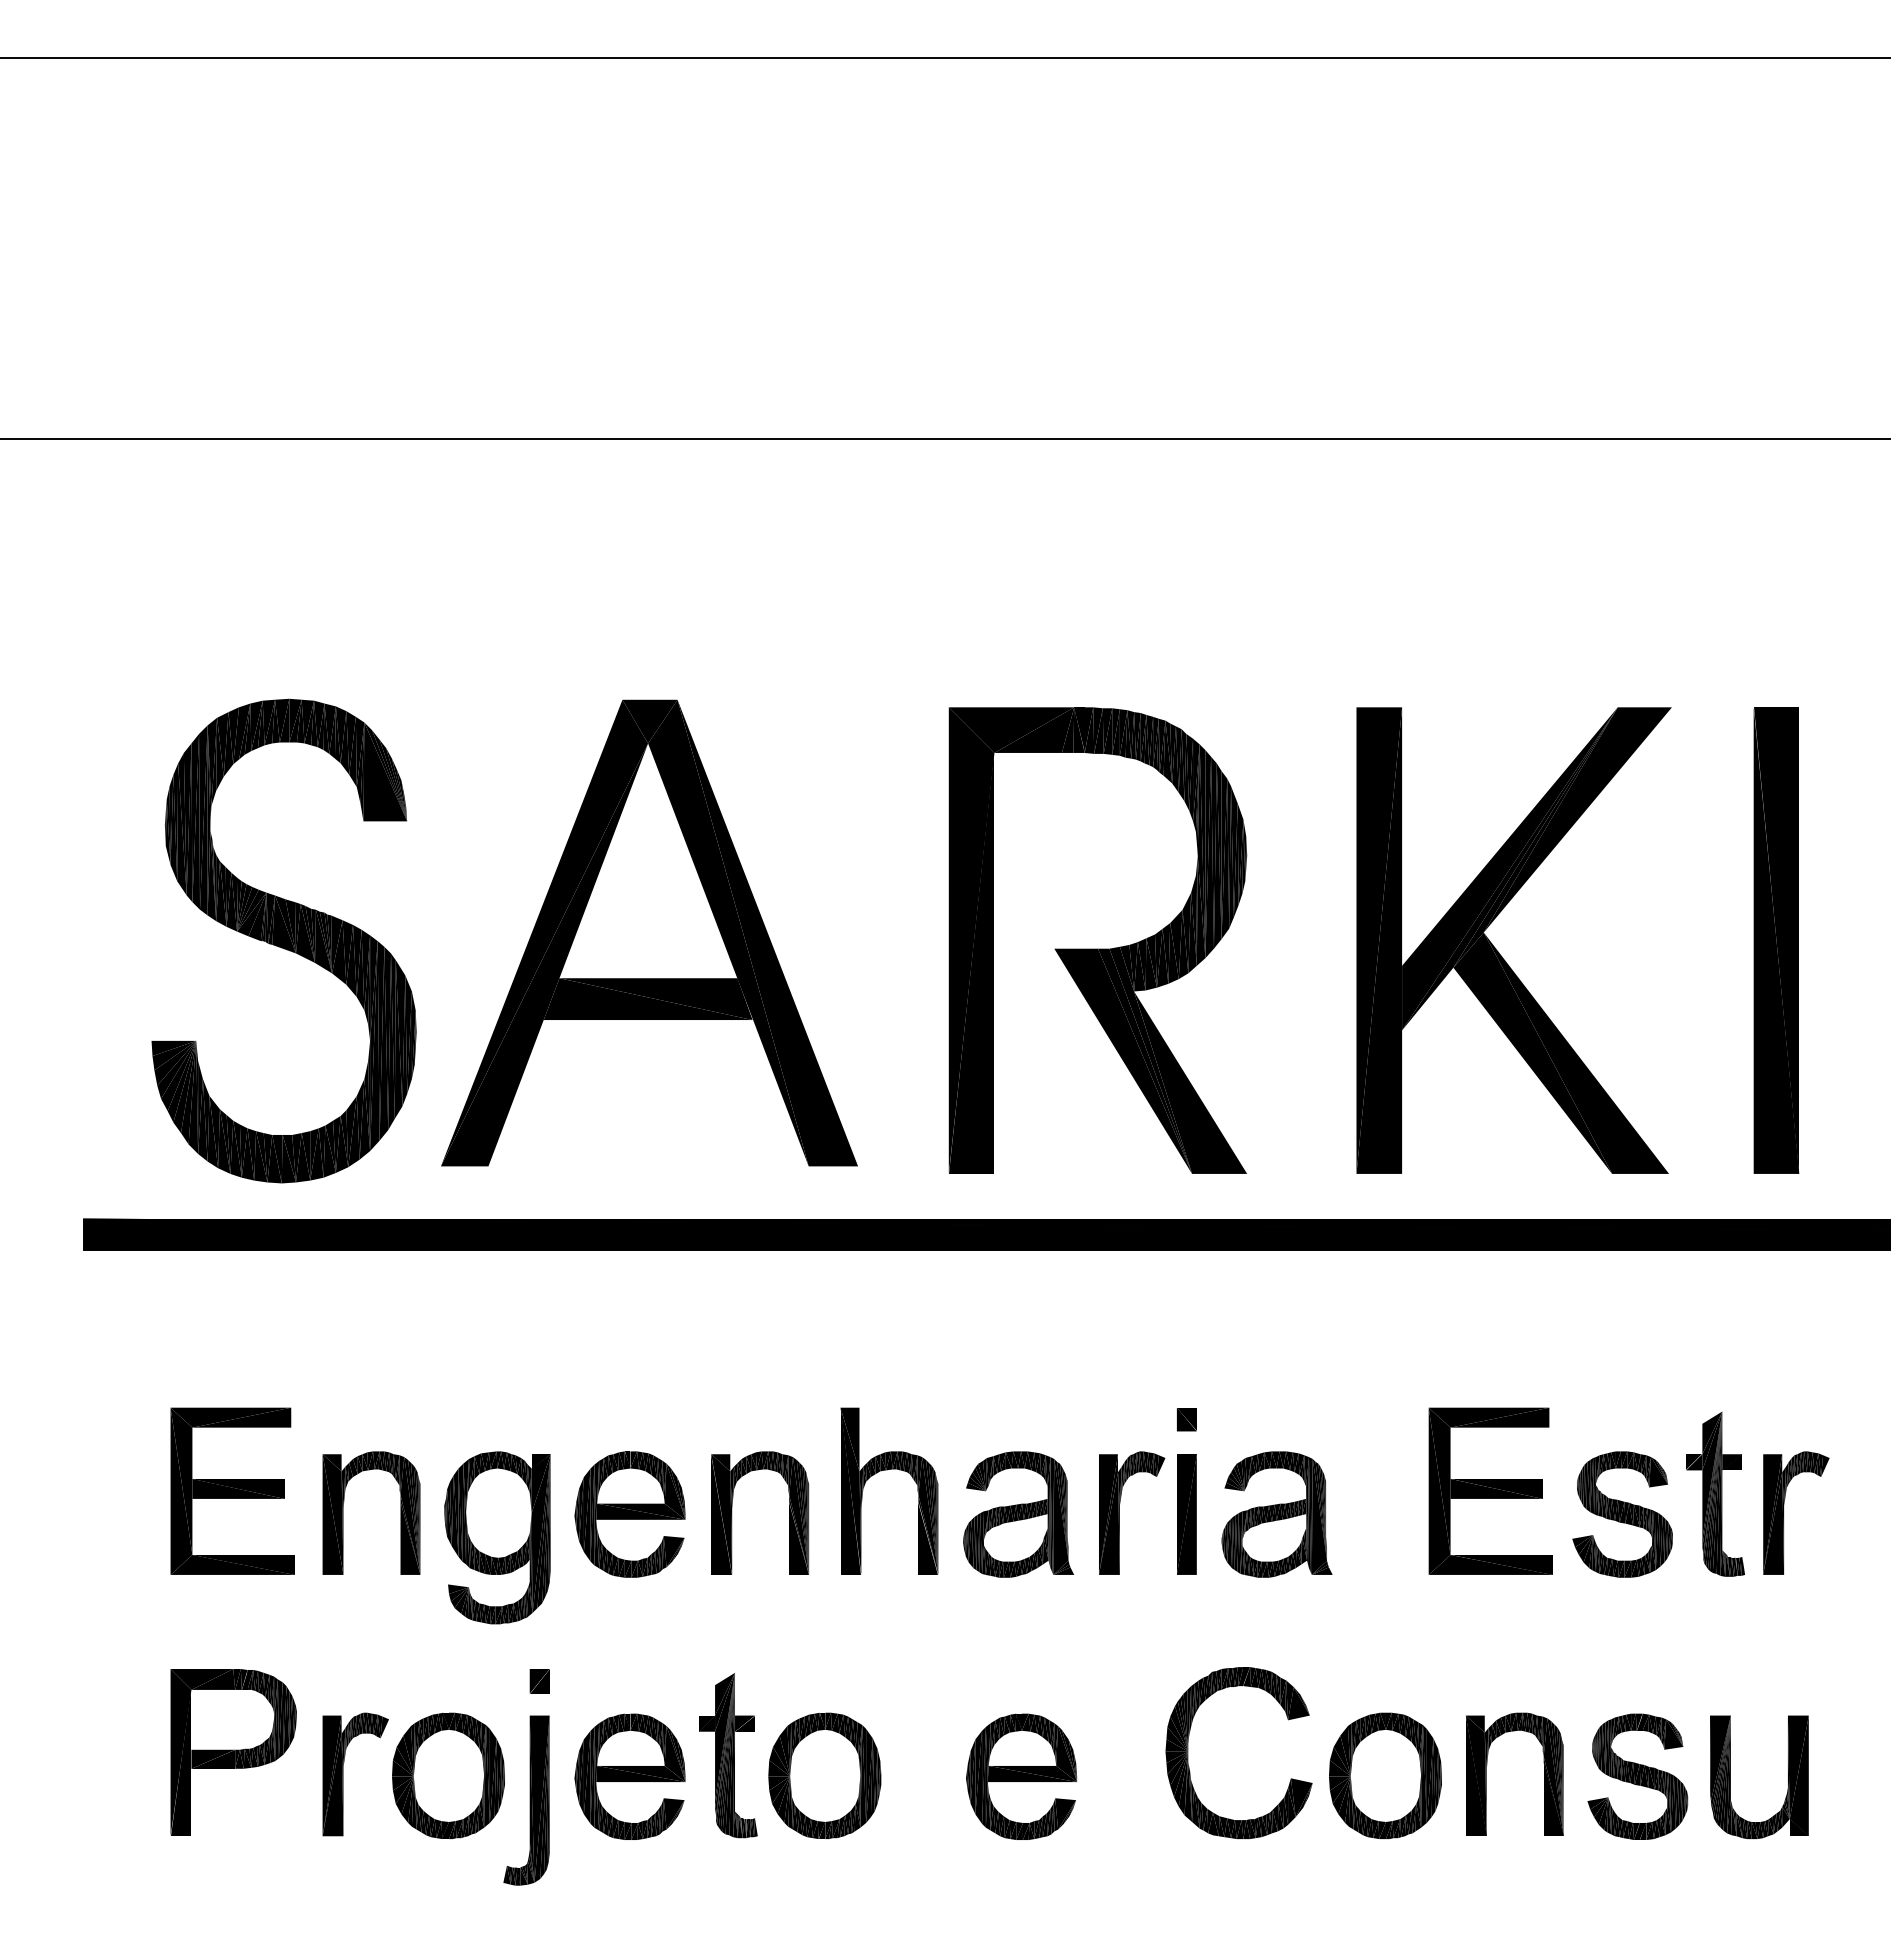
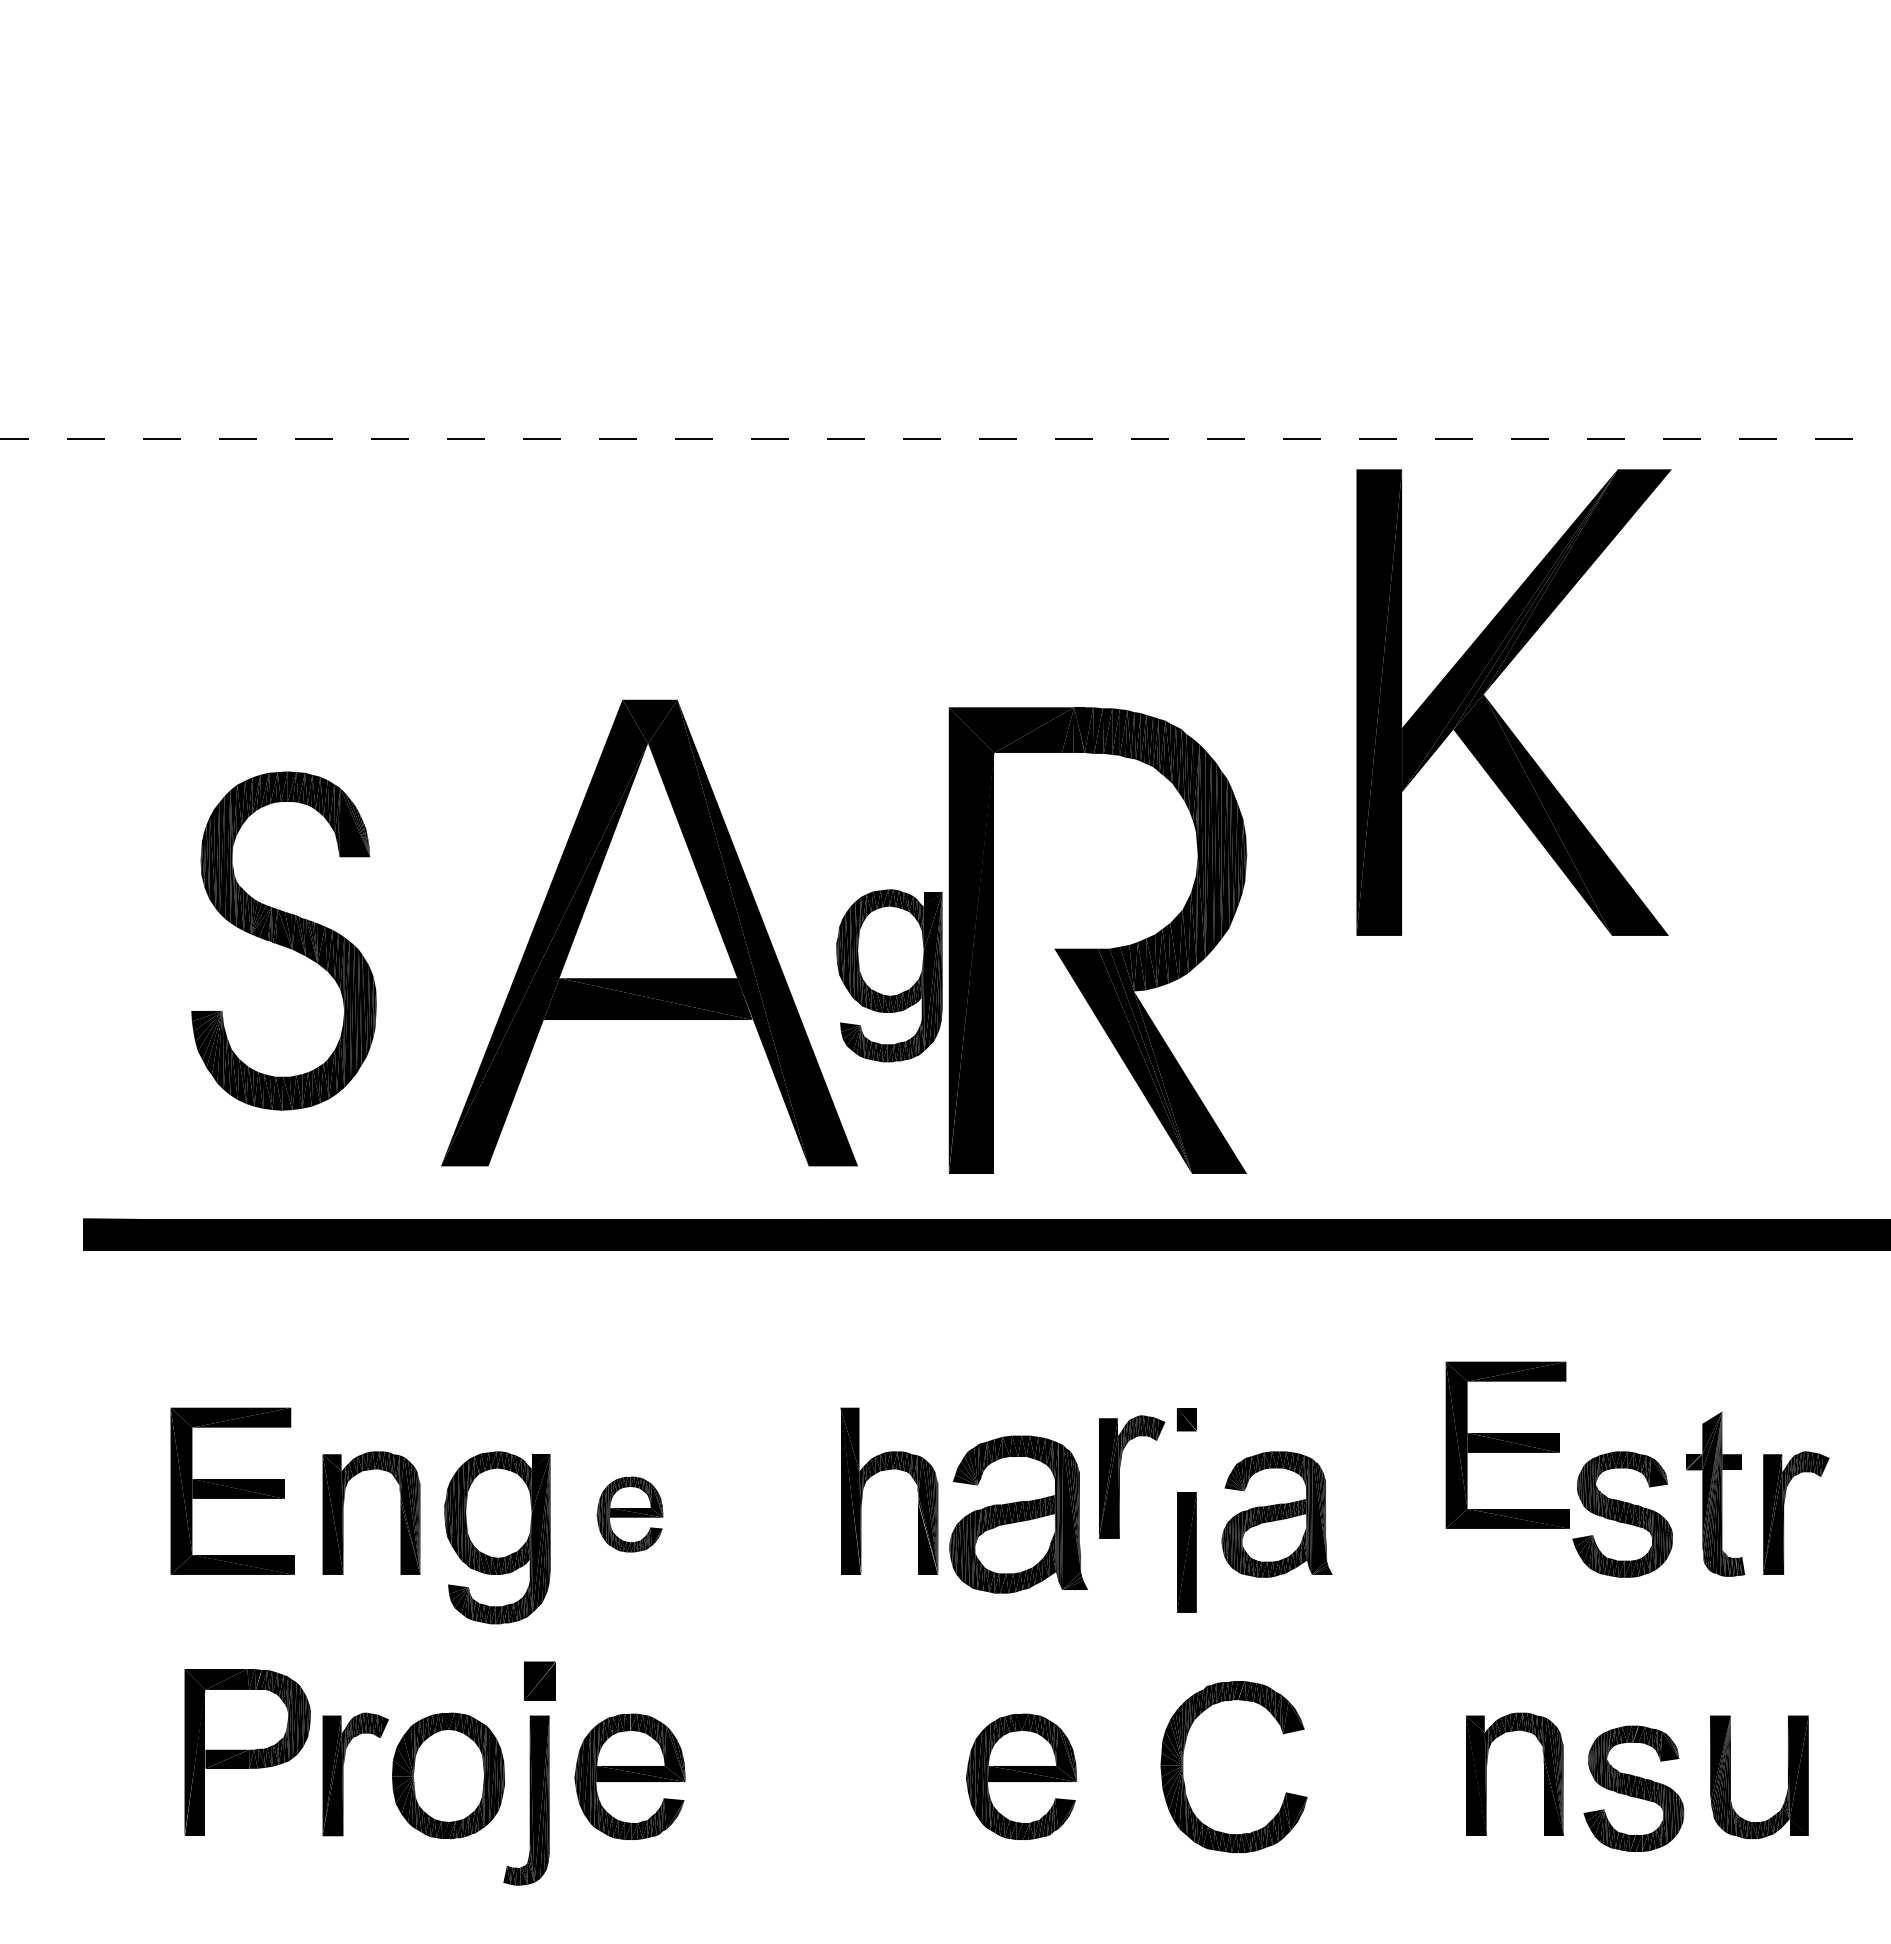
line at (944, 58): present -> none
line at (946, 439): solid -> dashed
part at (283, 940) size: 266x486 px -> 186x340 px
part at (1776, 940): present -> none
part at (1499, 952) position: (1499, 952) -> (1499, 714)
part at (889, 975): none -> present
part at (1490, 1490) position: (1490, 1490) -> (1507, 1444)
part at (732, 1512): present -> none
part at (1119, 1512) position: (1119, 1512) -> (1119, 1476)
part at (629, 1514) size: 112x127 px -> 68x77 px
part at (1018, 1514) size: 111x127 px -> 139x159 px
part at (1186, 1514) position: (1186, 1514) -> (1186, 1552)
part at (539, 1681) size: 21x25 px -> 32x40 px
part at (233, 1752) position: (233, 1752) -> (247, 1752)
part at (1188, 1752) position: (1188, 1752) -> (1183, 1766)
part at (728, 1755): present -> none
part at (824, 1775): present -> none
part at (1385, 1775): present -> none
part at (1637, 1776) position: (1637, 1776) -> (1633, 1788)
